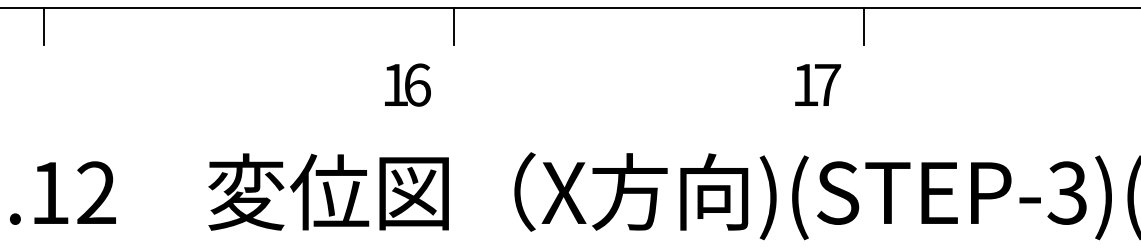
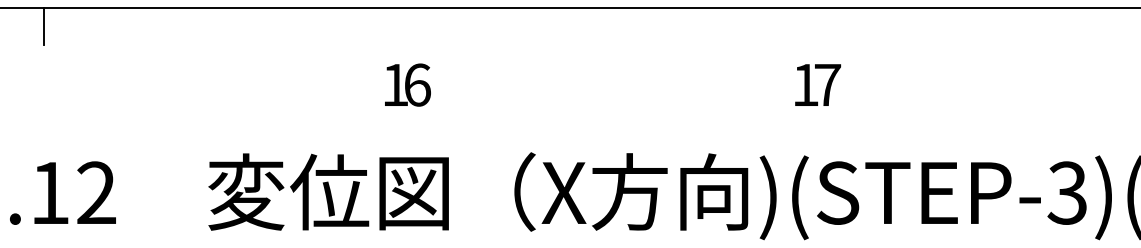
line at (453, 25): present -> none
line at (863, 25): present -> none
